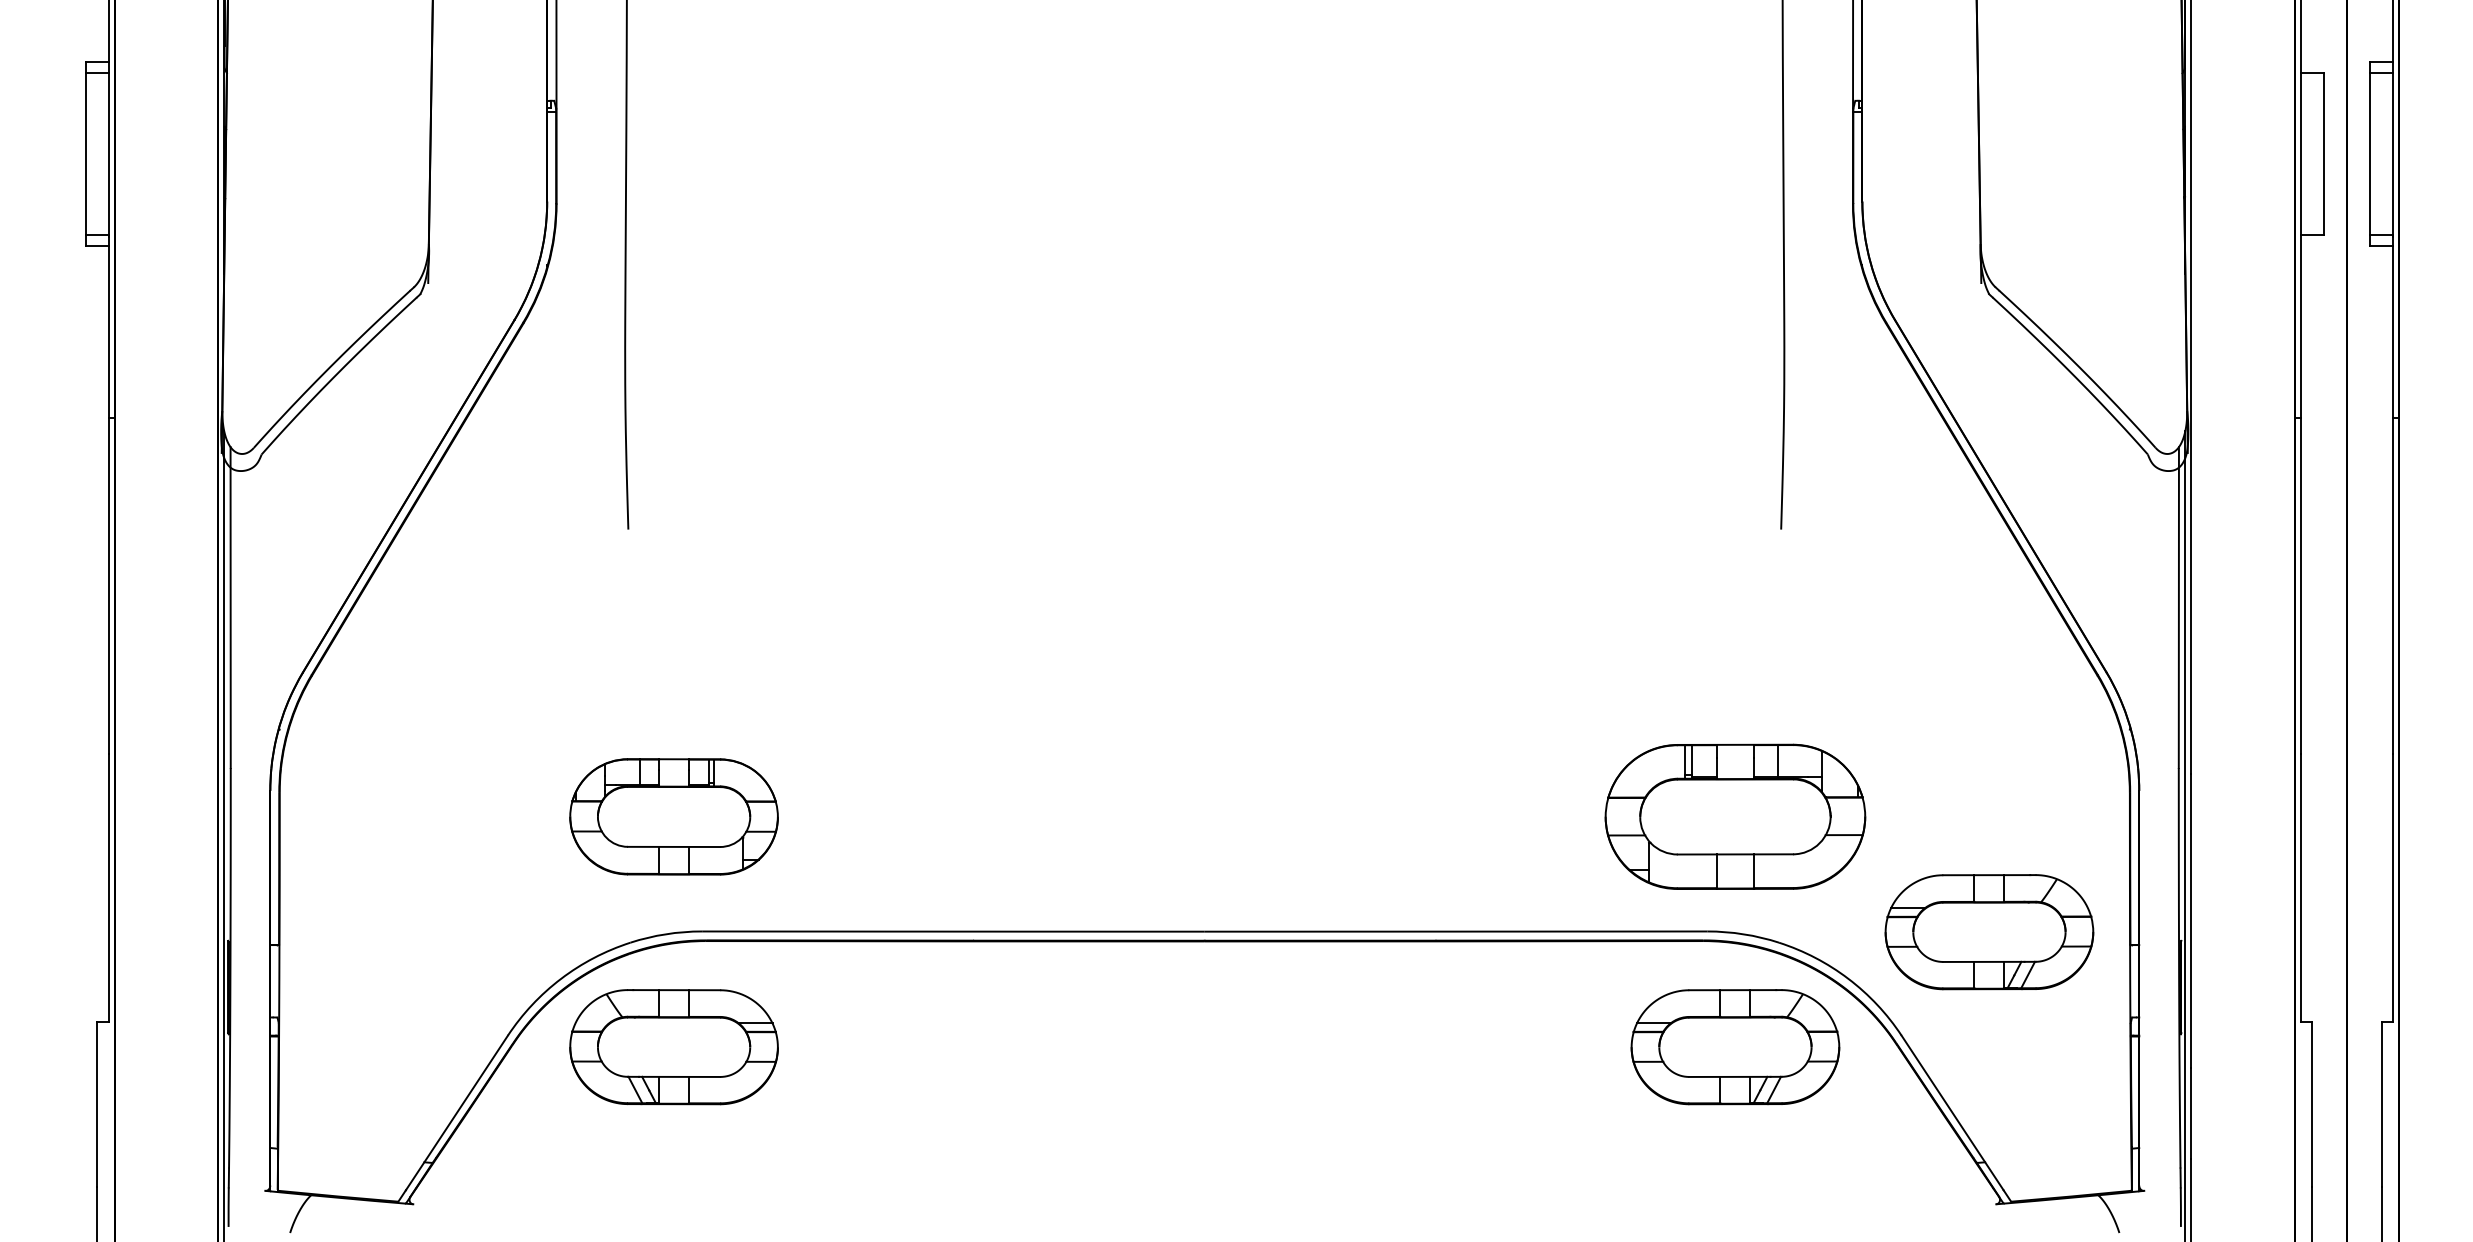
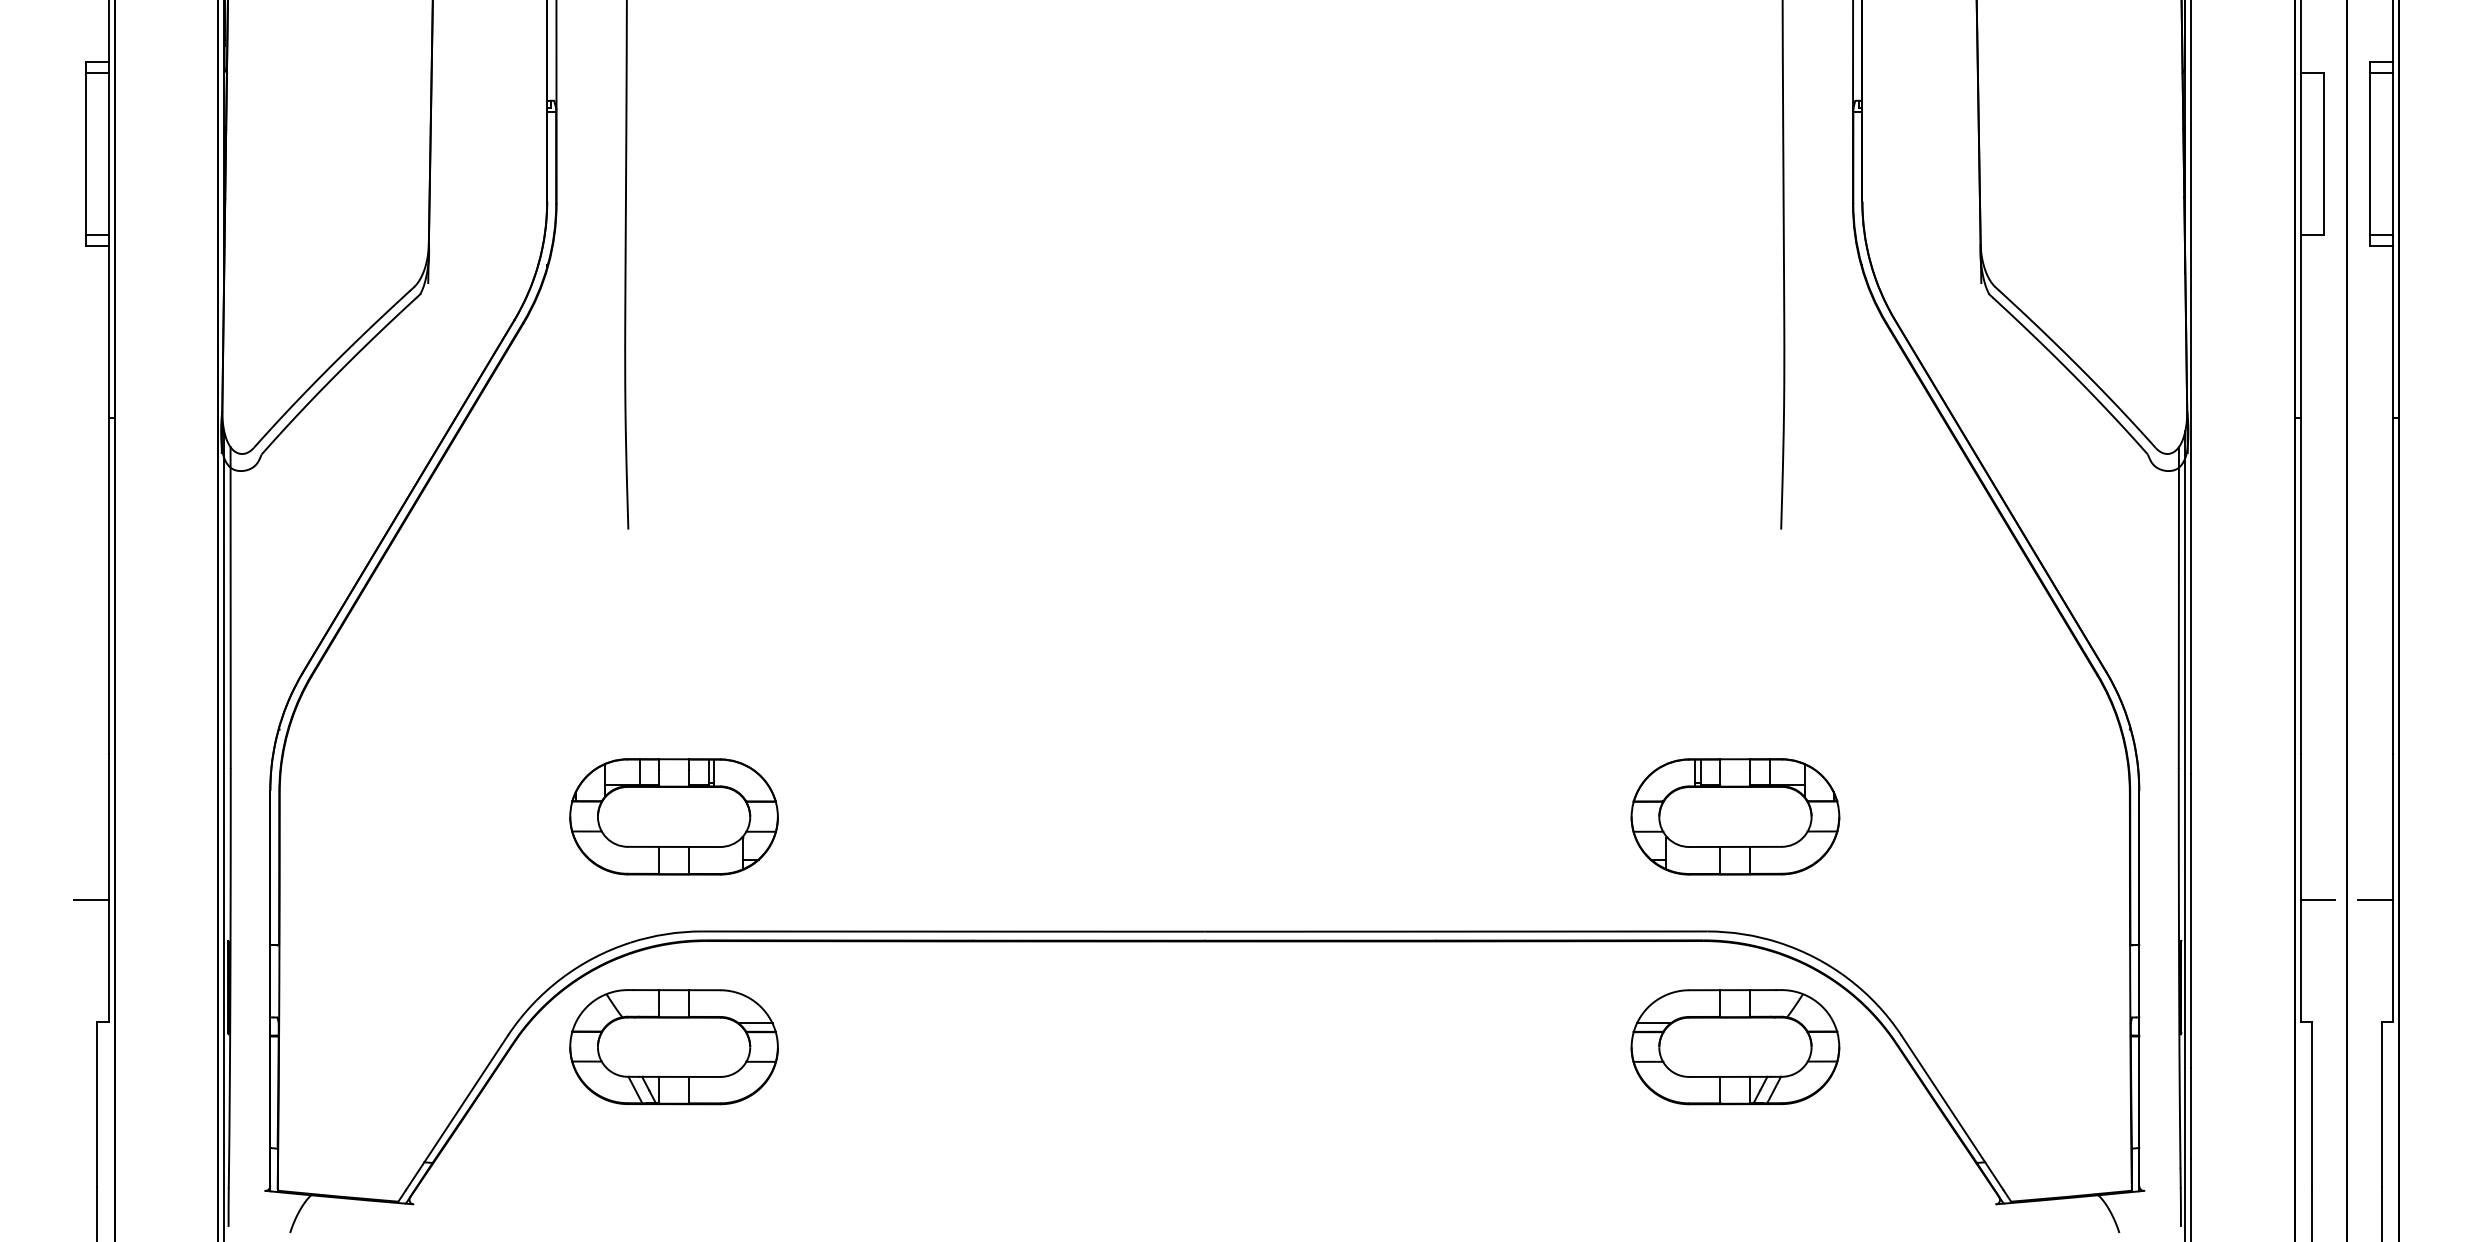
part at (1735, 816) size: 263x147 px -> 211x118 px
line at (91, 900): none -> present
line at (2317, 900): none -> present
line at (2375, 900): none -> present
part at (1989, 932): present -> none
